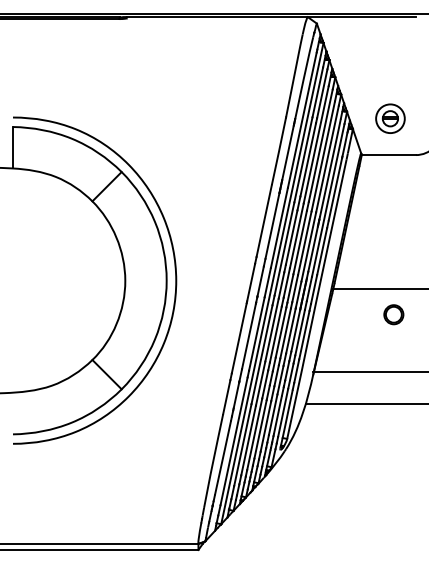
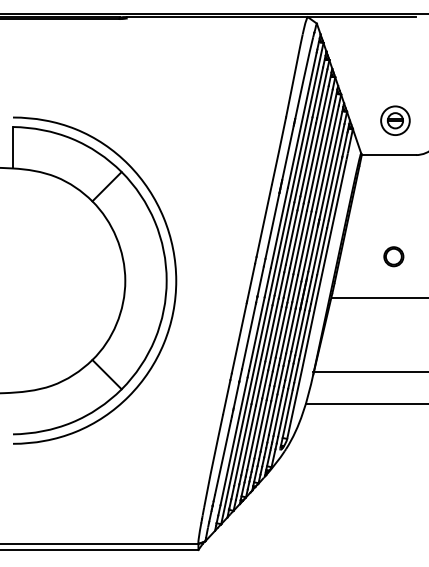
part at (390, 118) position: (390, 118) -> (395, 120)
line at (378, 289) position: (378, 289) -> (378, 298)
part at (393, 314) position: (393, 314) -> (393, 256)
